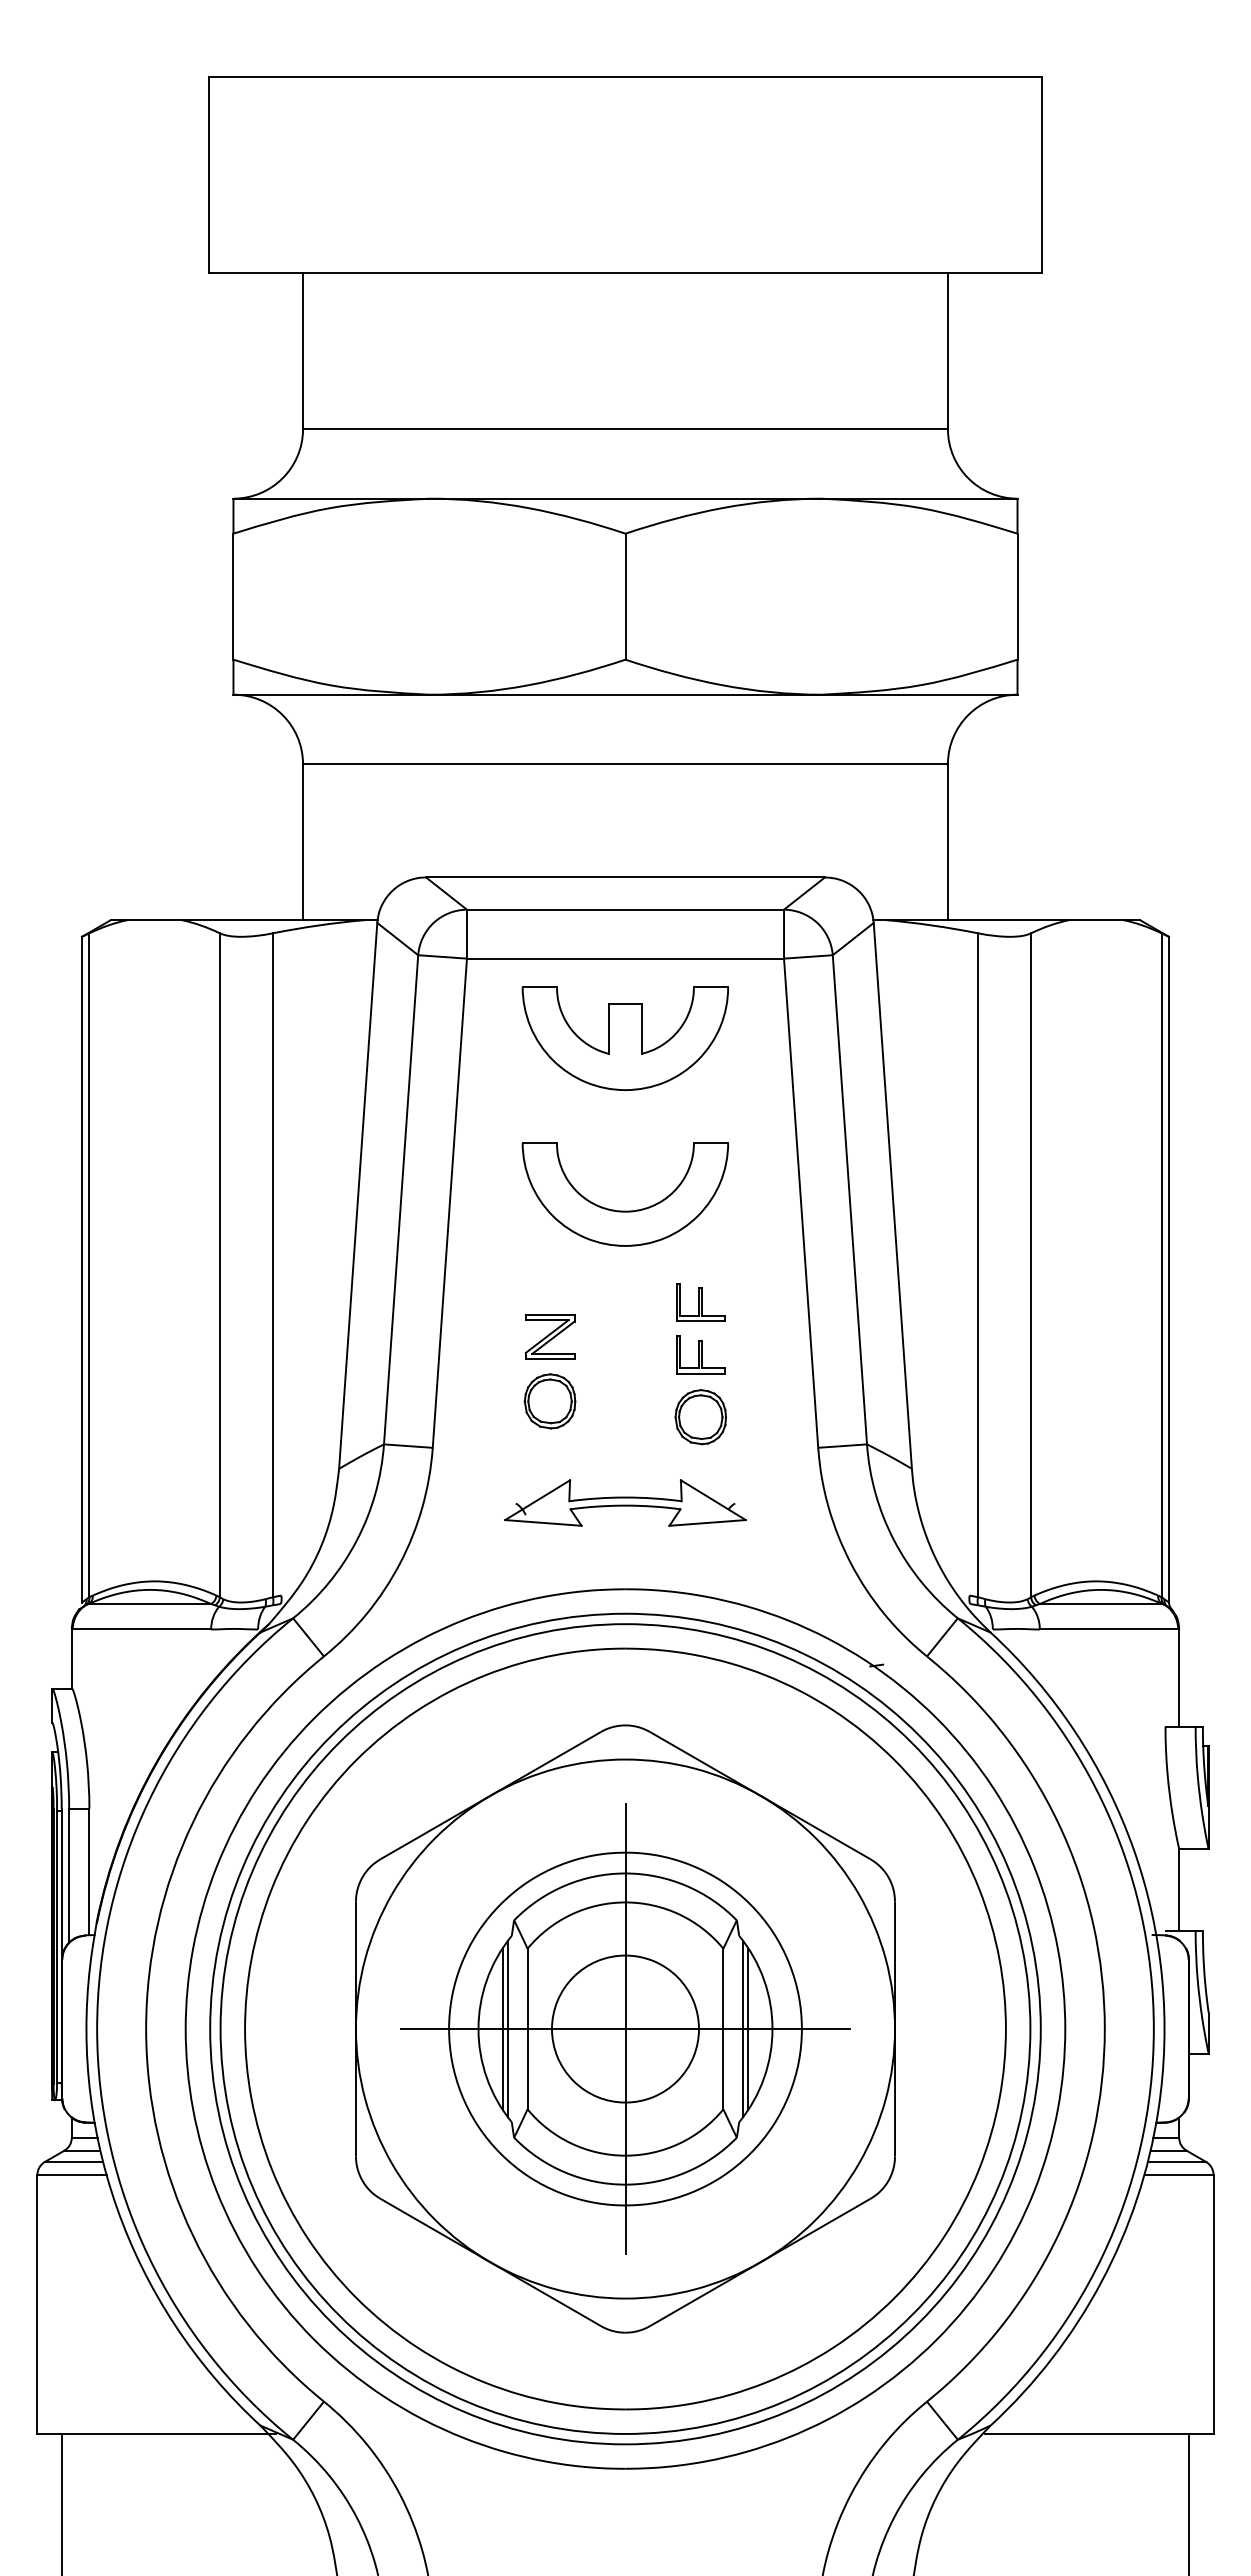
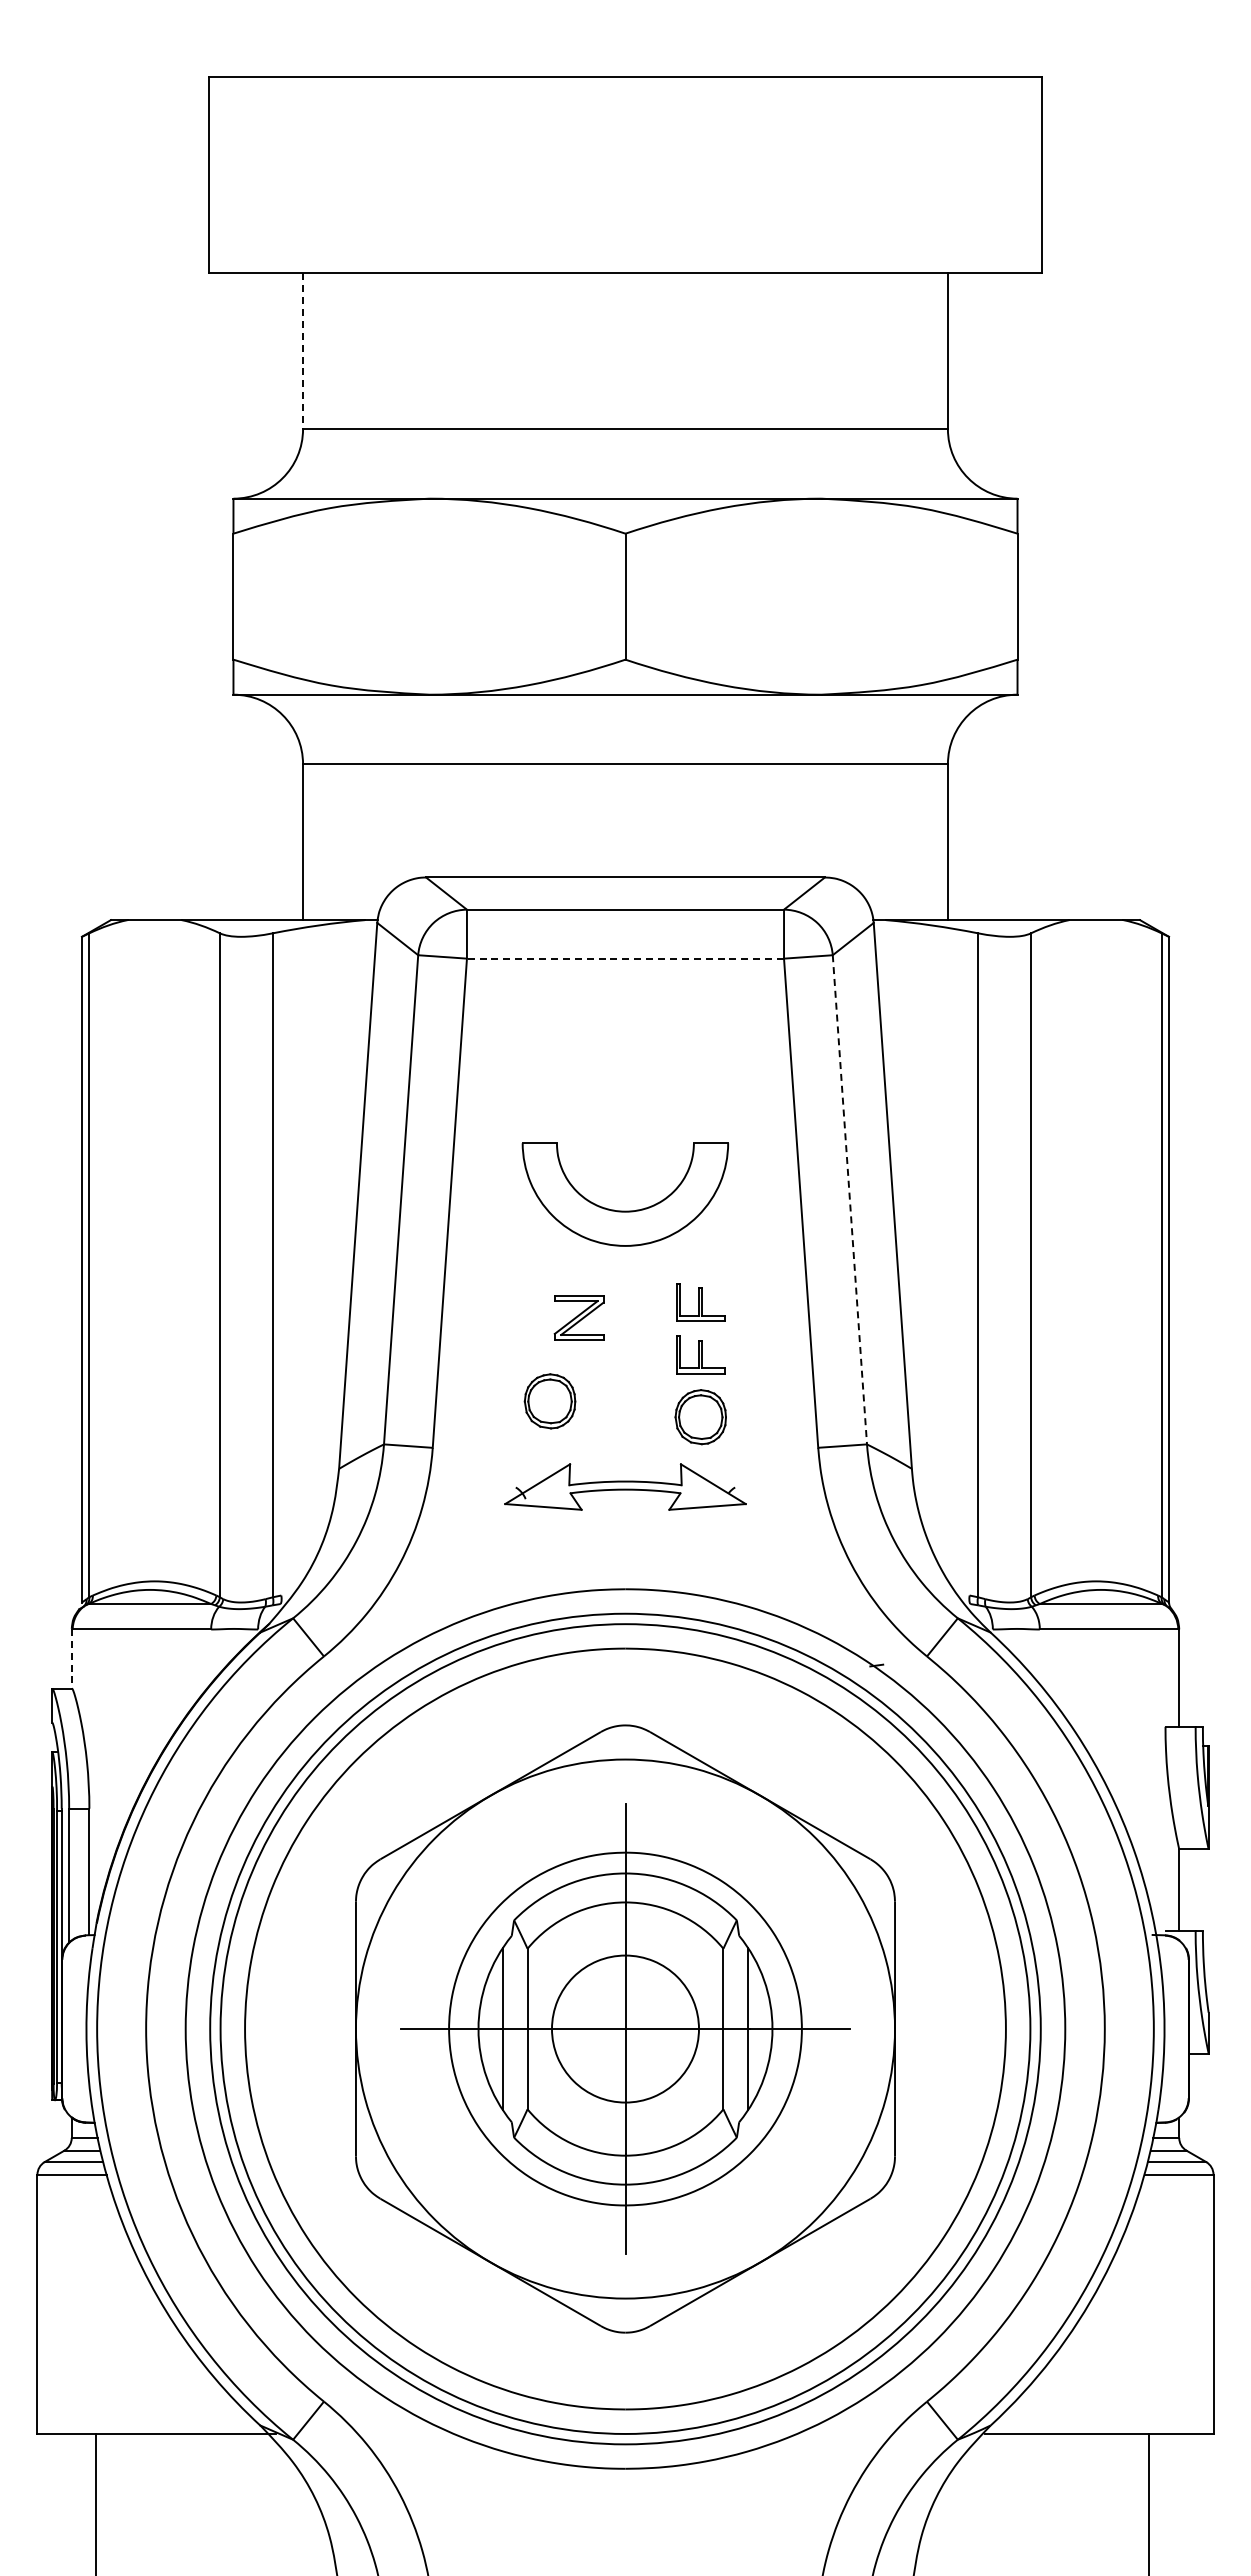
line at (303, 351): solid -> dashed
line at (625, 958): solid -> dashed
part at (624, 1038): present -> none
line at (849, 1200): solid -> dashed
part at (549, 1336) position: (549, 1336) -> (578, 1317)
part at (625, 1502) position: (625, 1502) -> (625, 1486)
line at (71, 1658): solid -> dashed
line at (507, 2028): present -> none
line at (743, 2028): present -> none
line at (61, 2503) position: (61, 2503) -> (95, 2503)
line at (1189, 2503) position: (1189, 2503) -> (1149, 2503)
